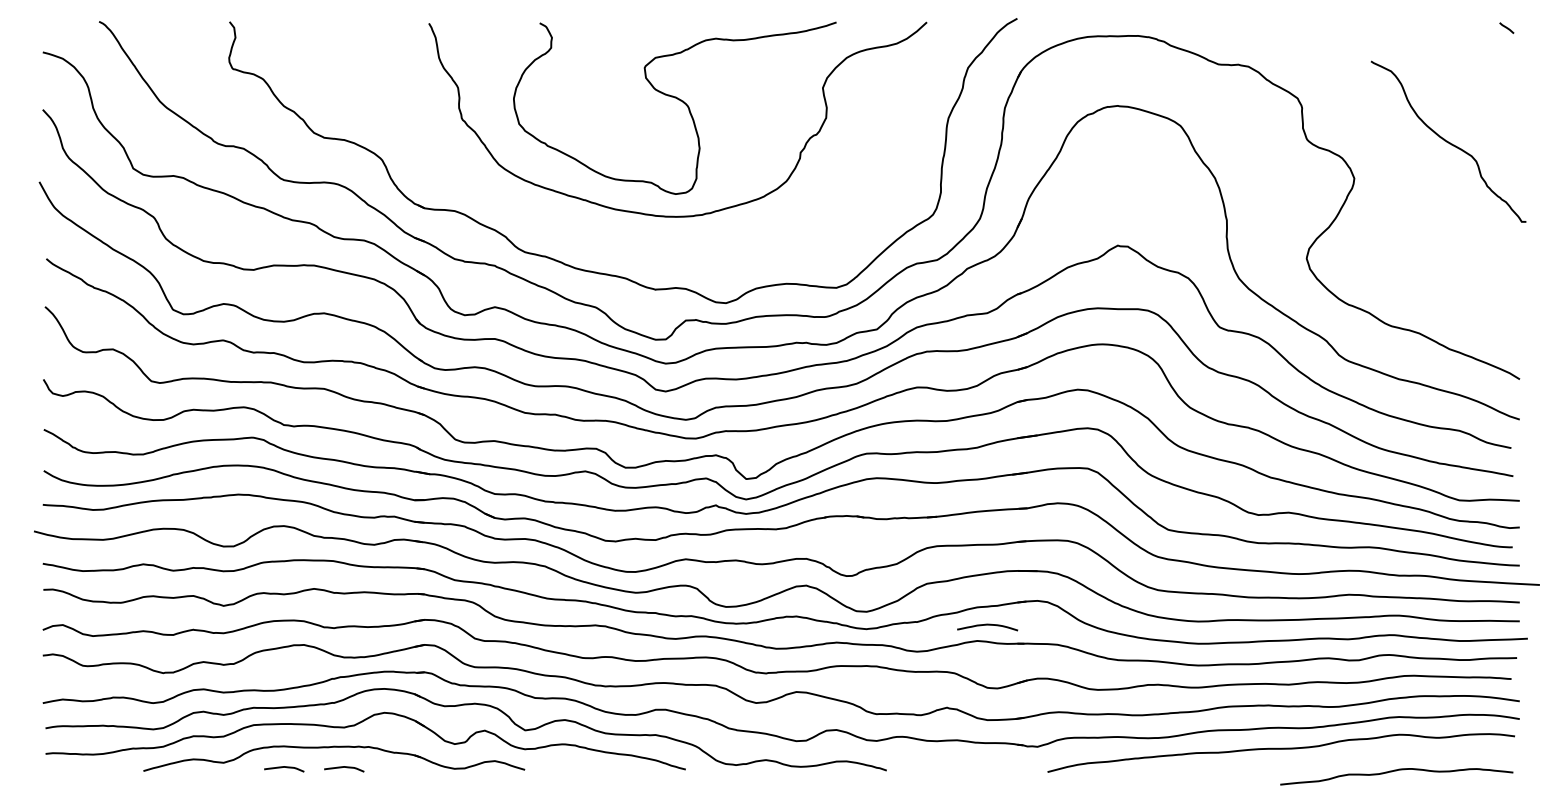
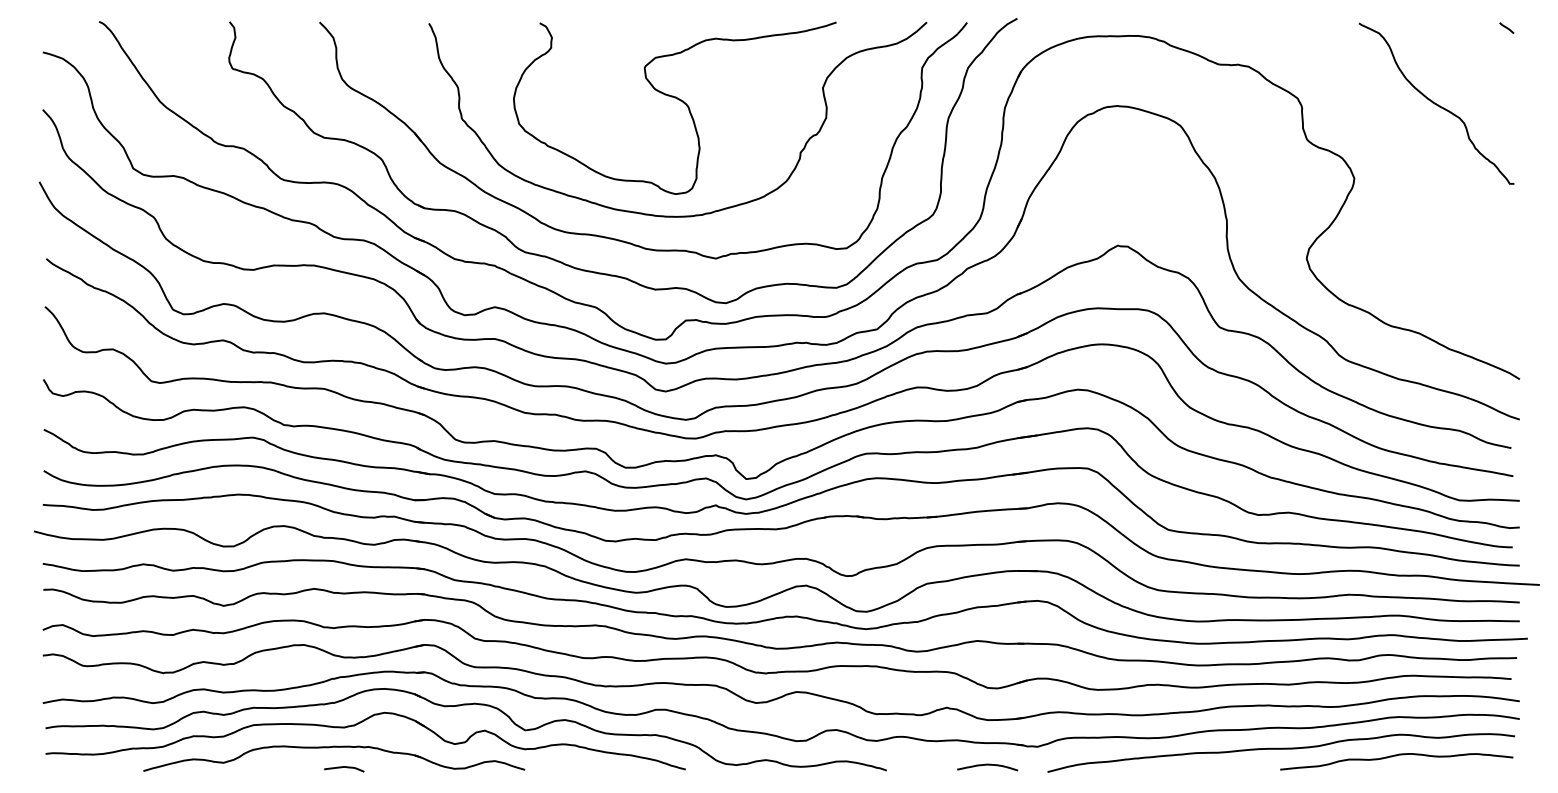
curve at (1448, 141) position: (1448, 141) -> (1436, 103)
part at (616, 238): none -> present
curve at (987, 625) position: (987, 625) -> (987, 765)
curve at (284, 767): present -> none
curve at (1396, 771) position: (1396, 771) -> (1396, 756)
